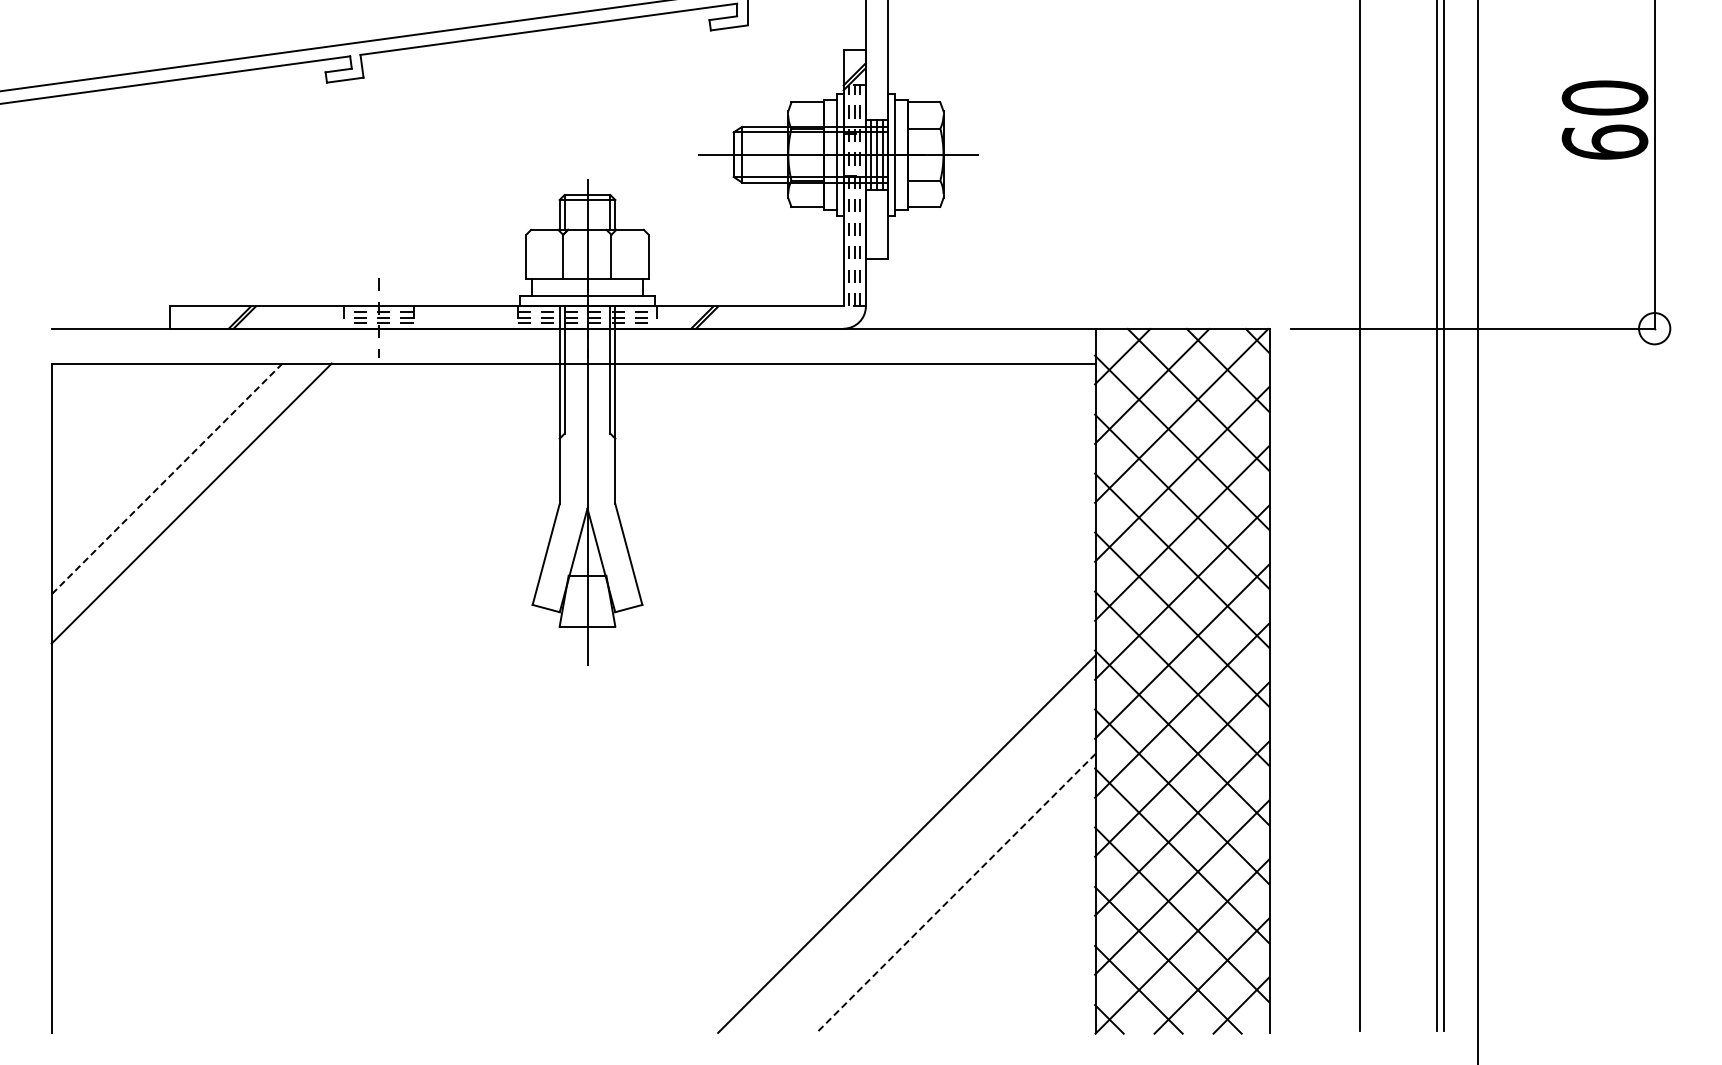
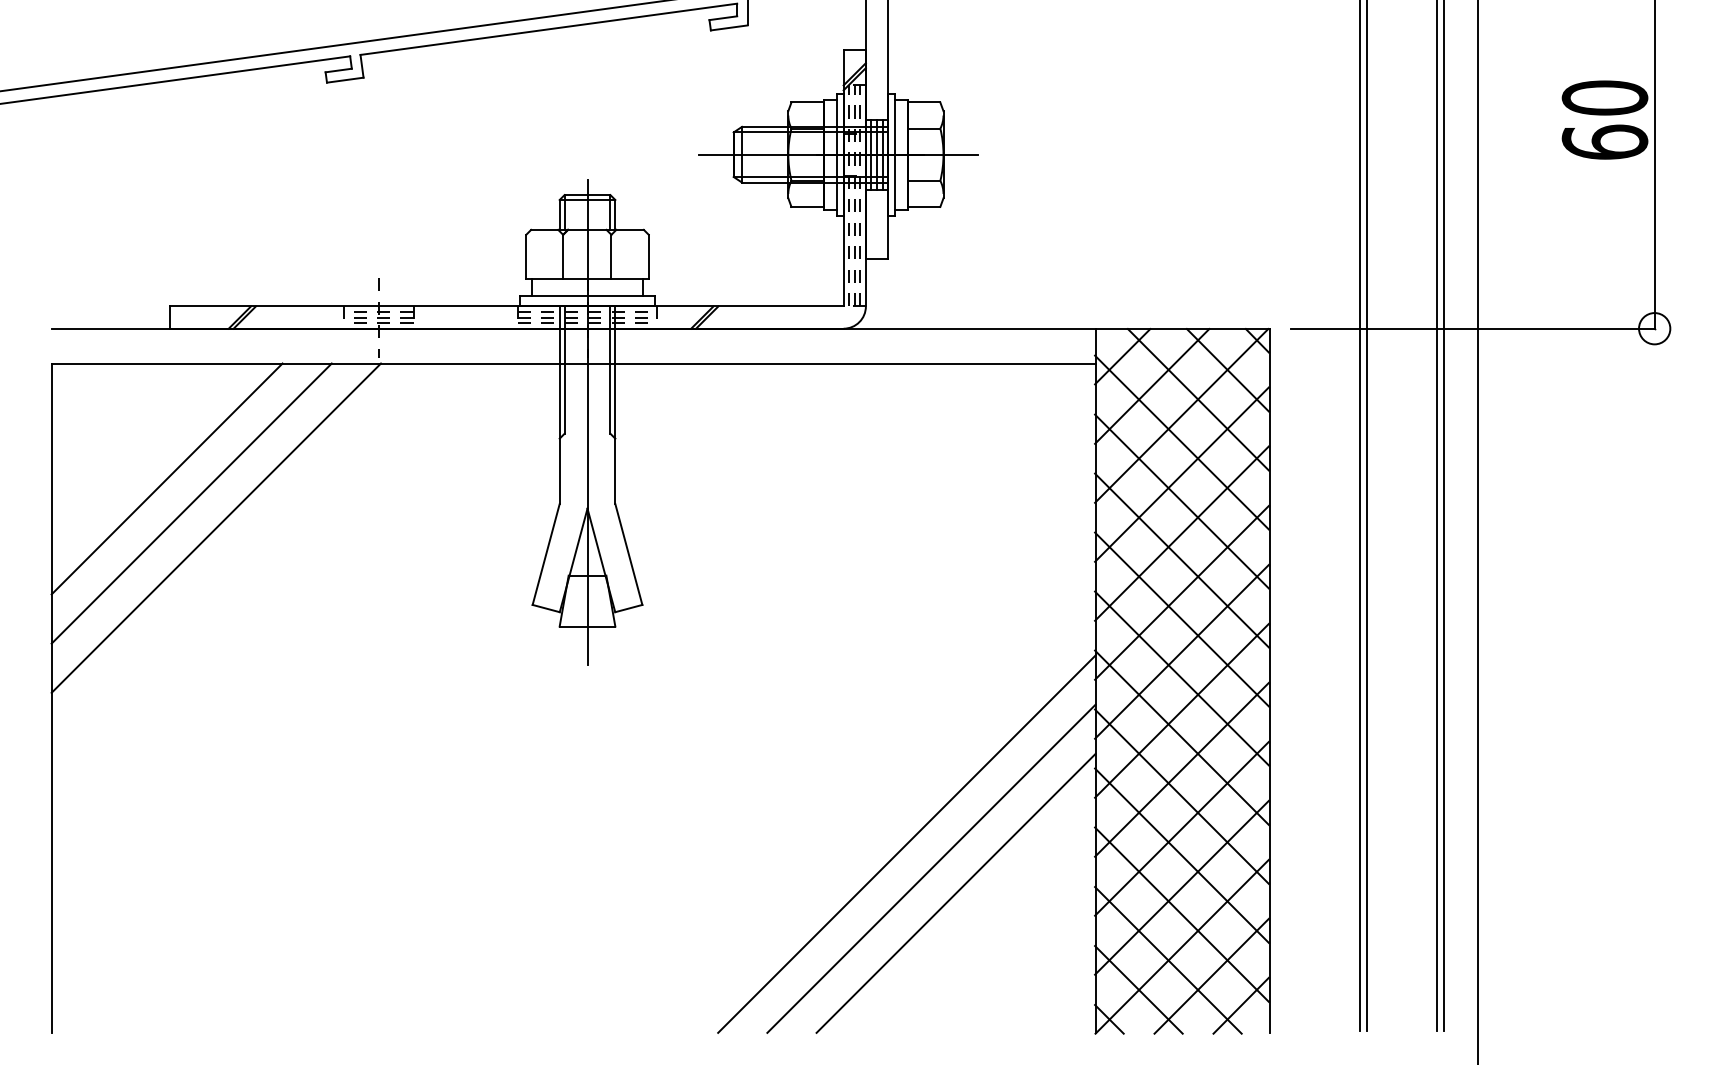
line at (166, 479): dashed -> solid
line at (1367, 516): none -> present
line at (216, 527): none -> present
line at (931, 868): none -> present
line at (955, 893): dashed -> solid
